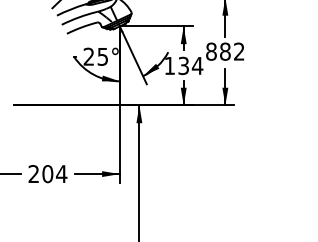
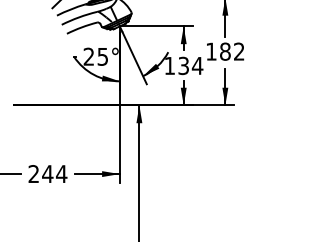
text at (211, 51): 882 -> 182
text at (47, 174): 204 -> 244
